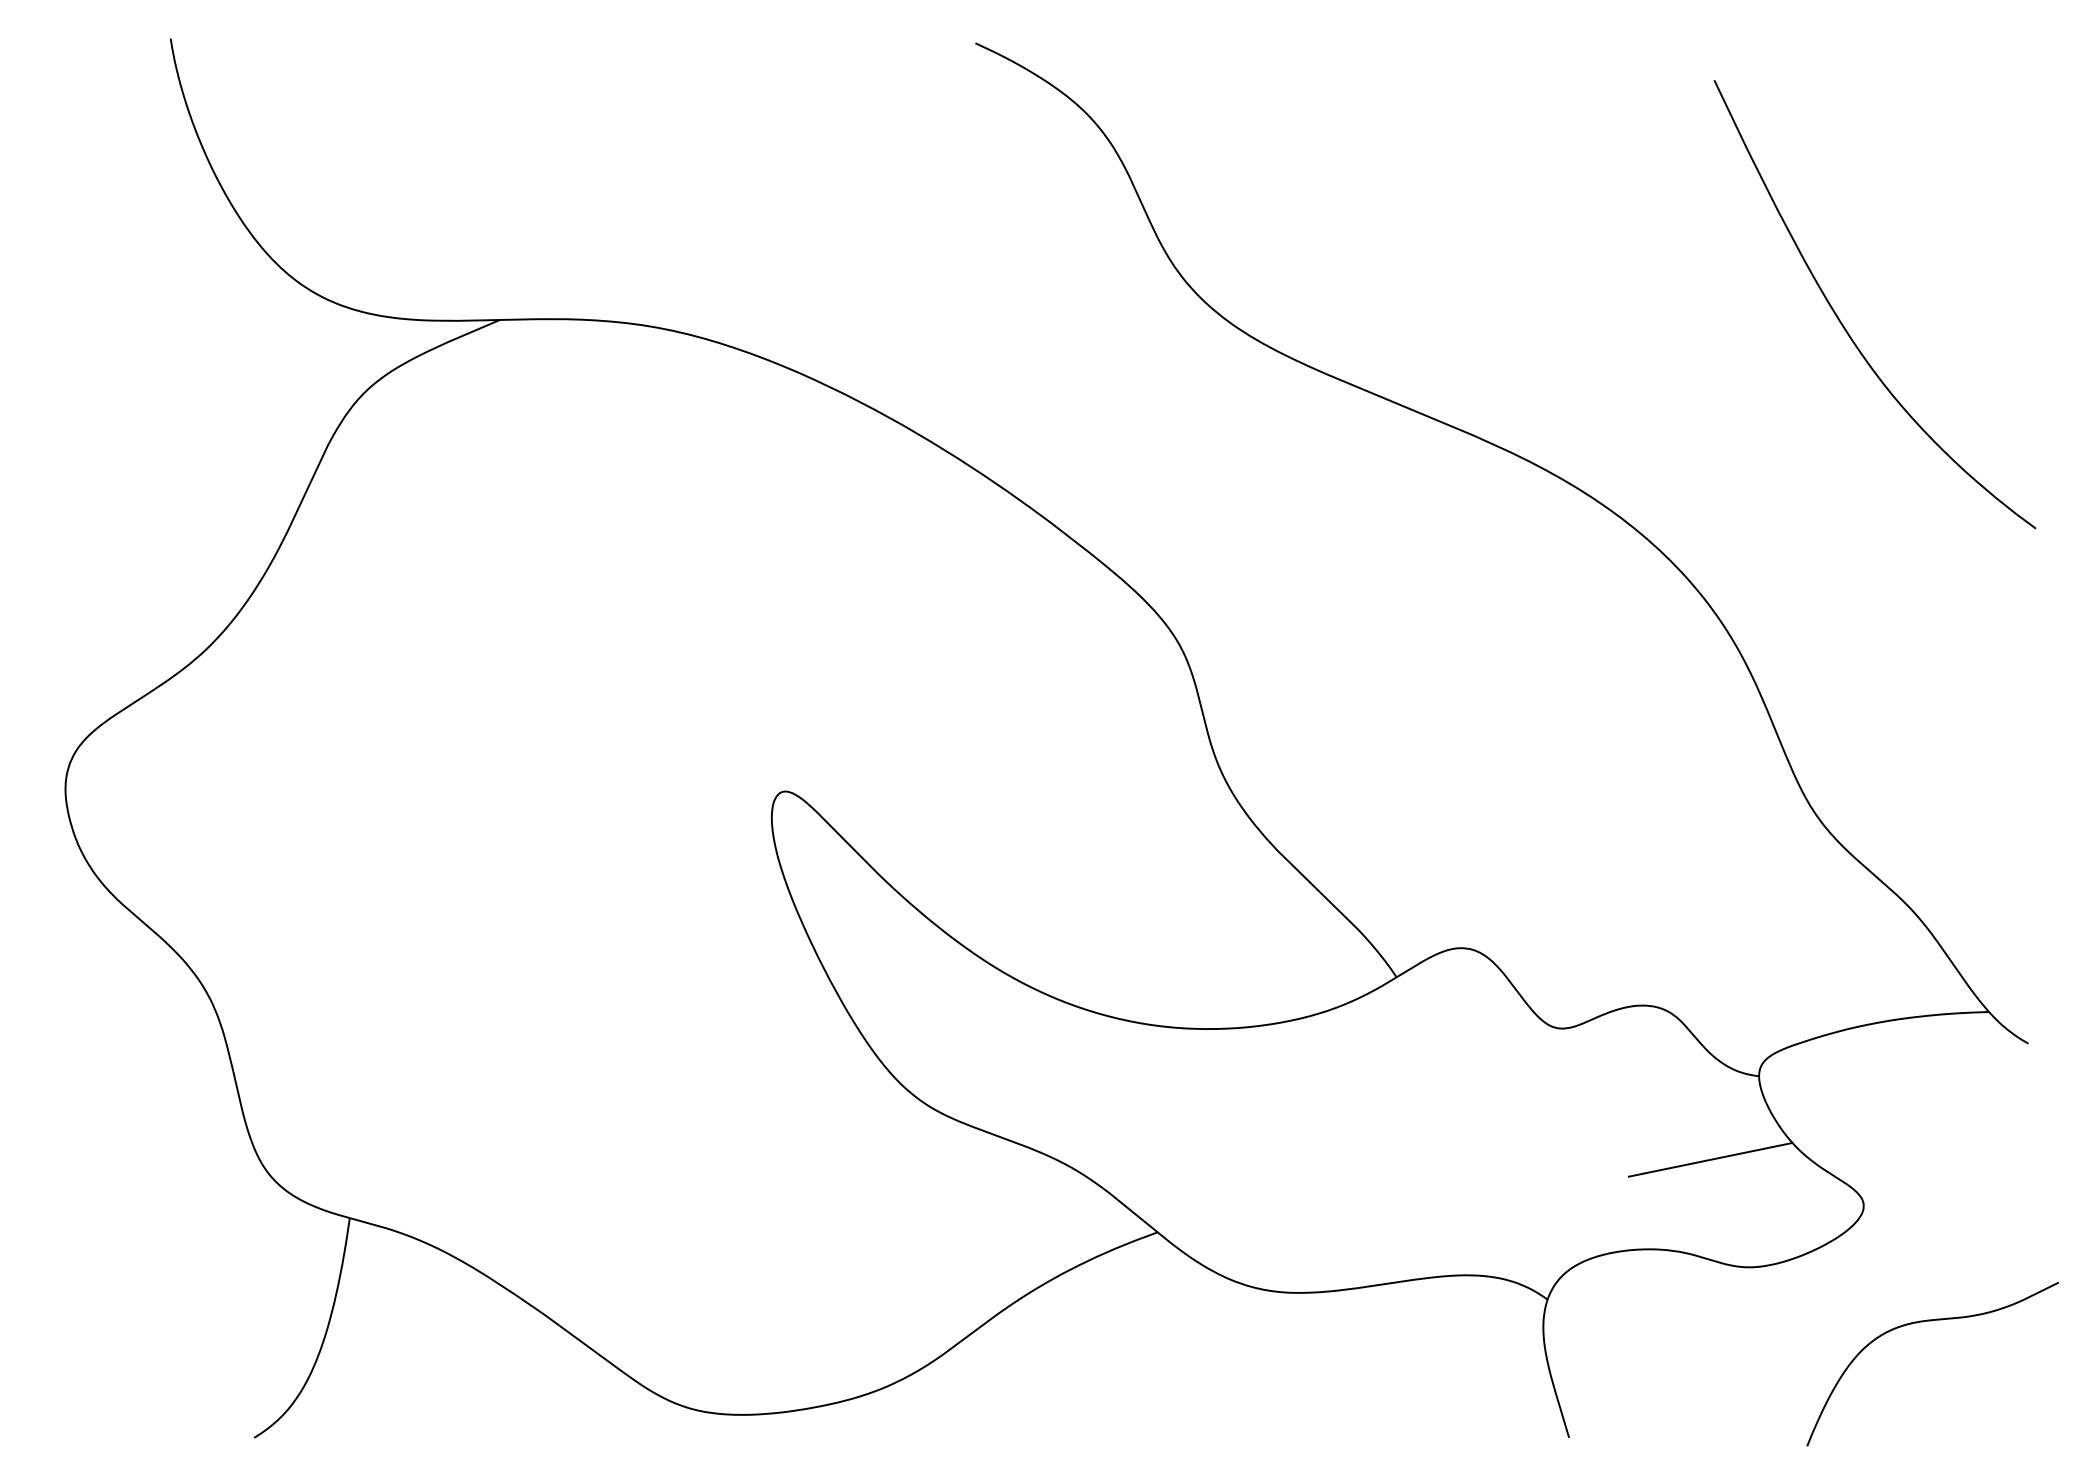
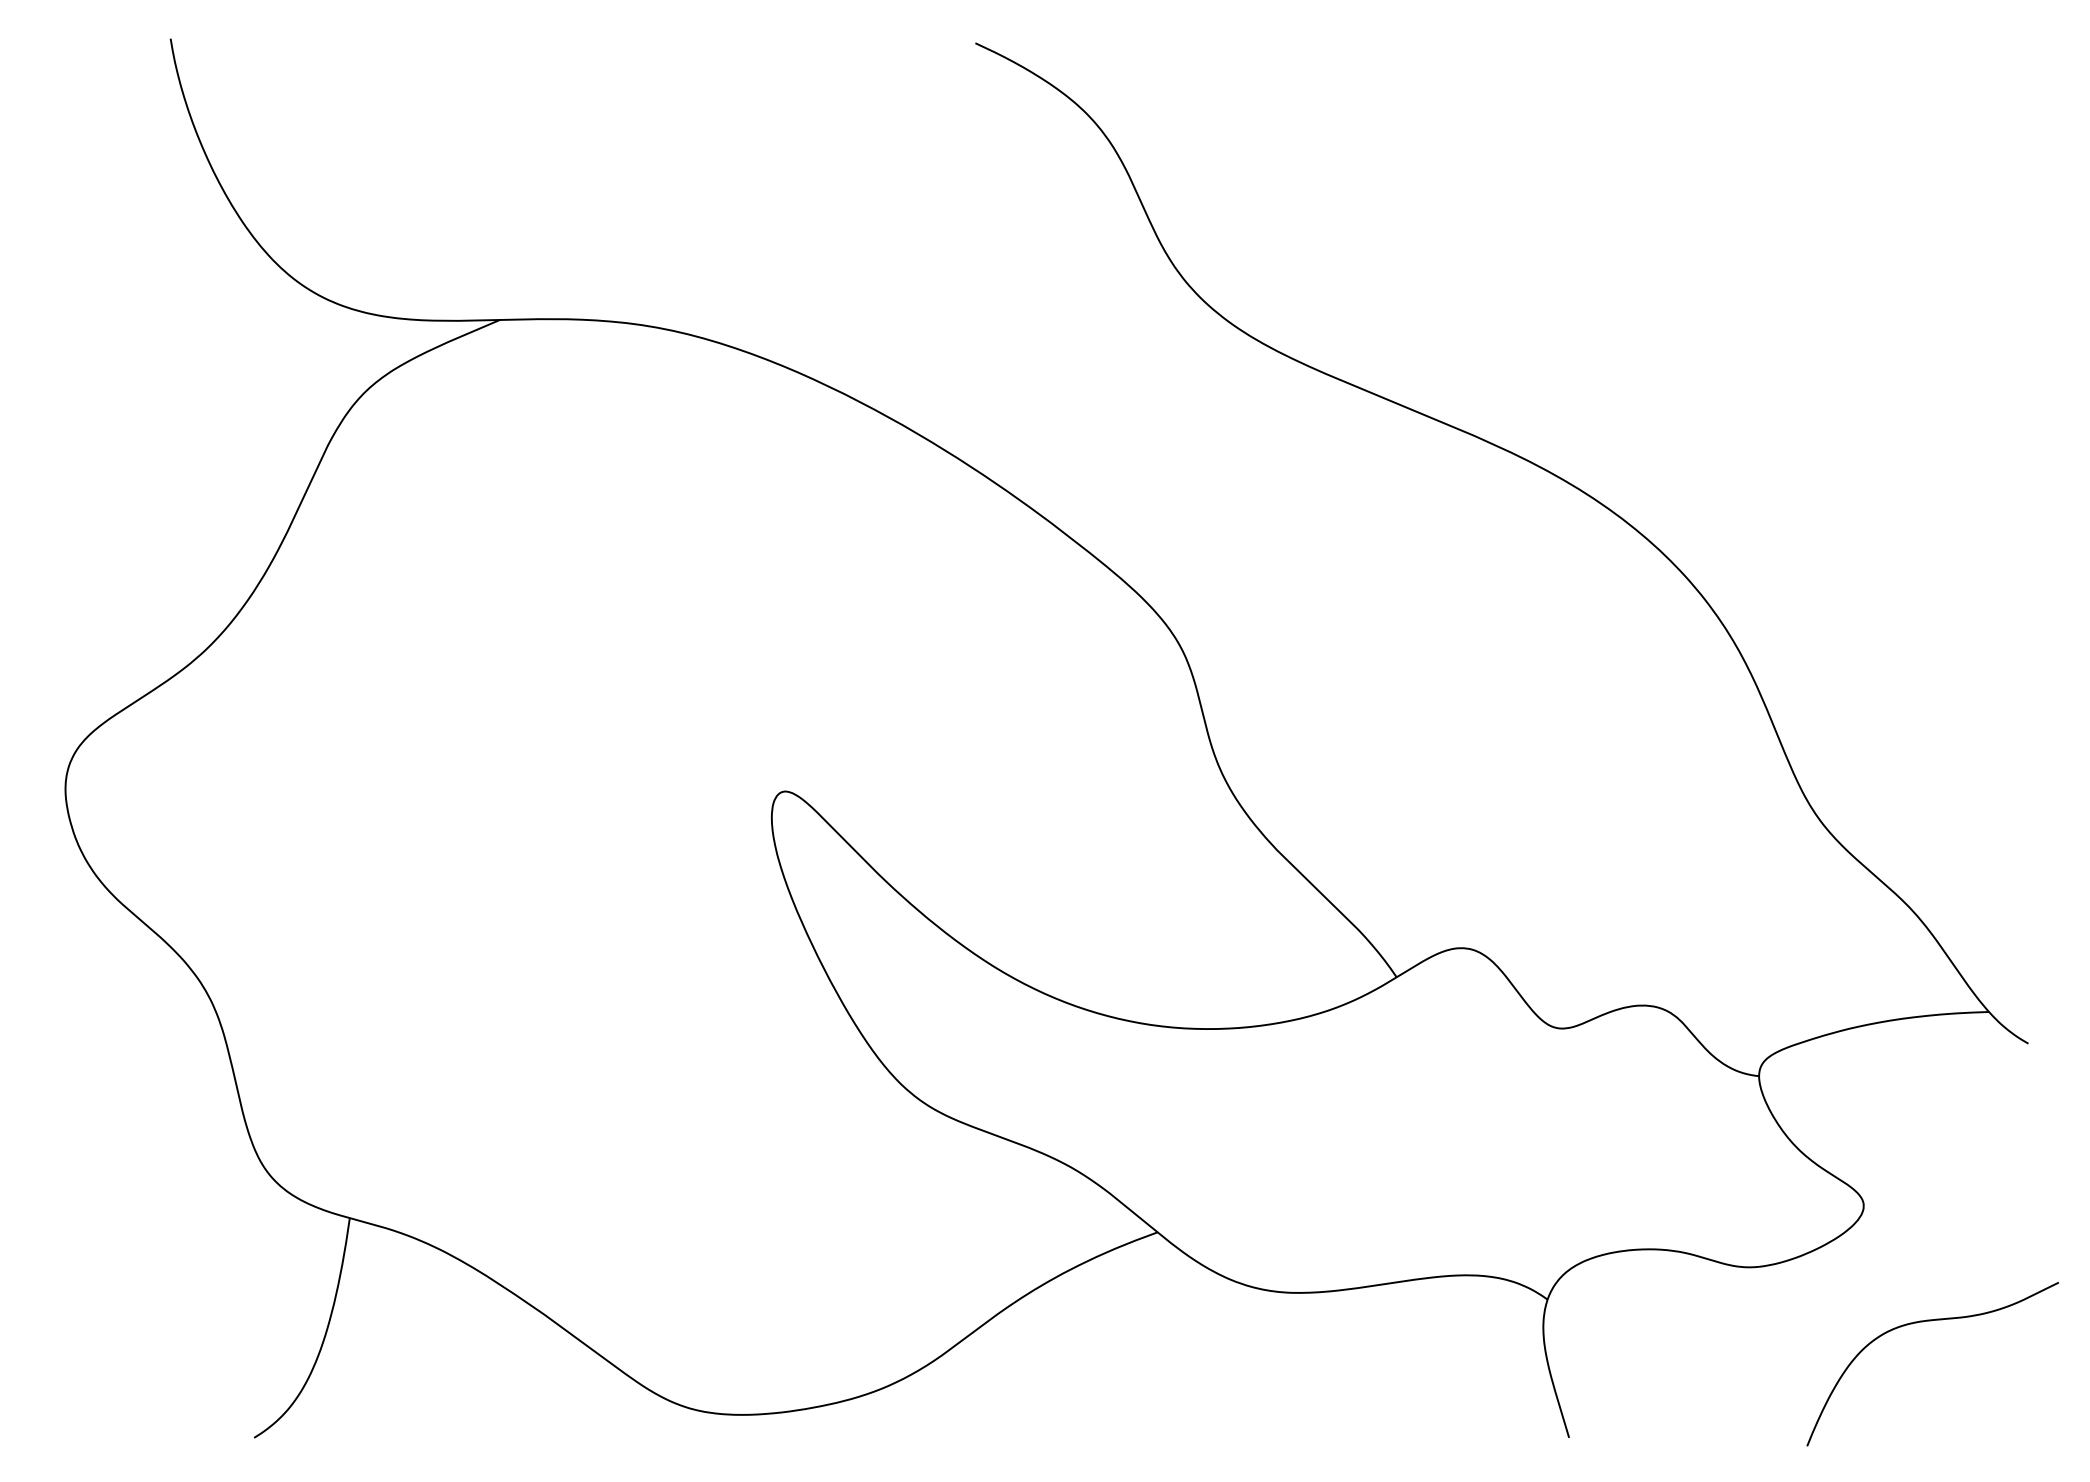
curve at (1843, 324): present -> none
line at (1710, 1159): present -> none
